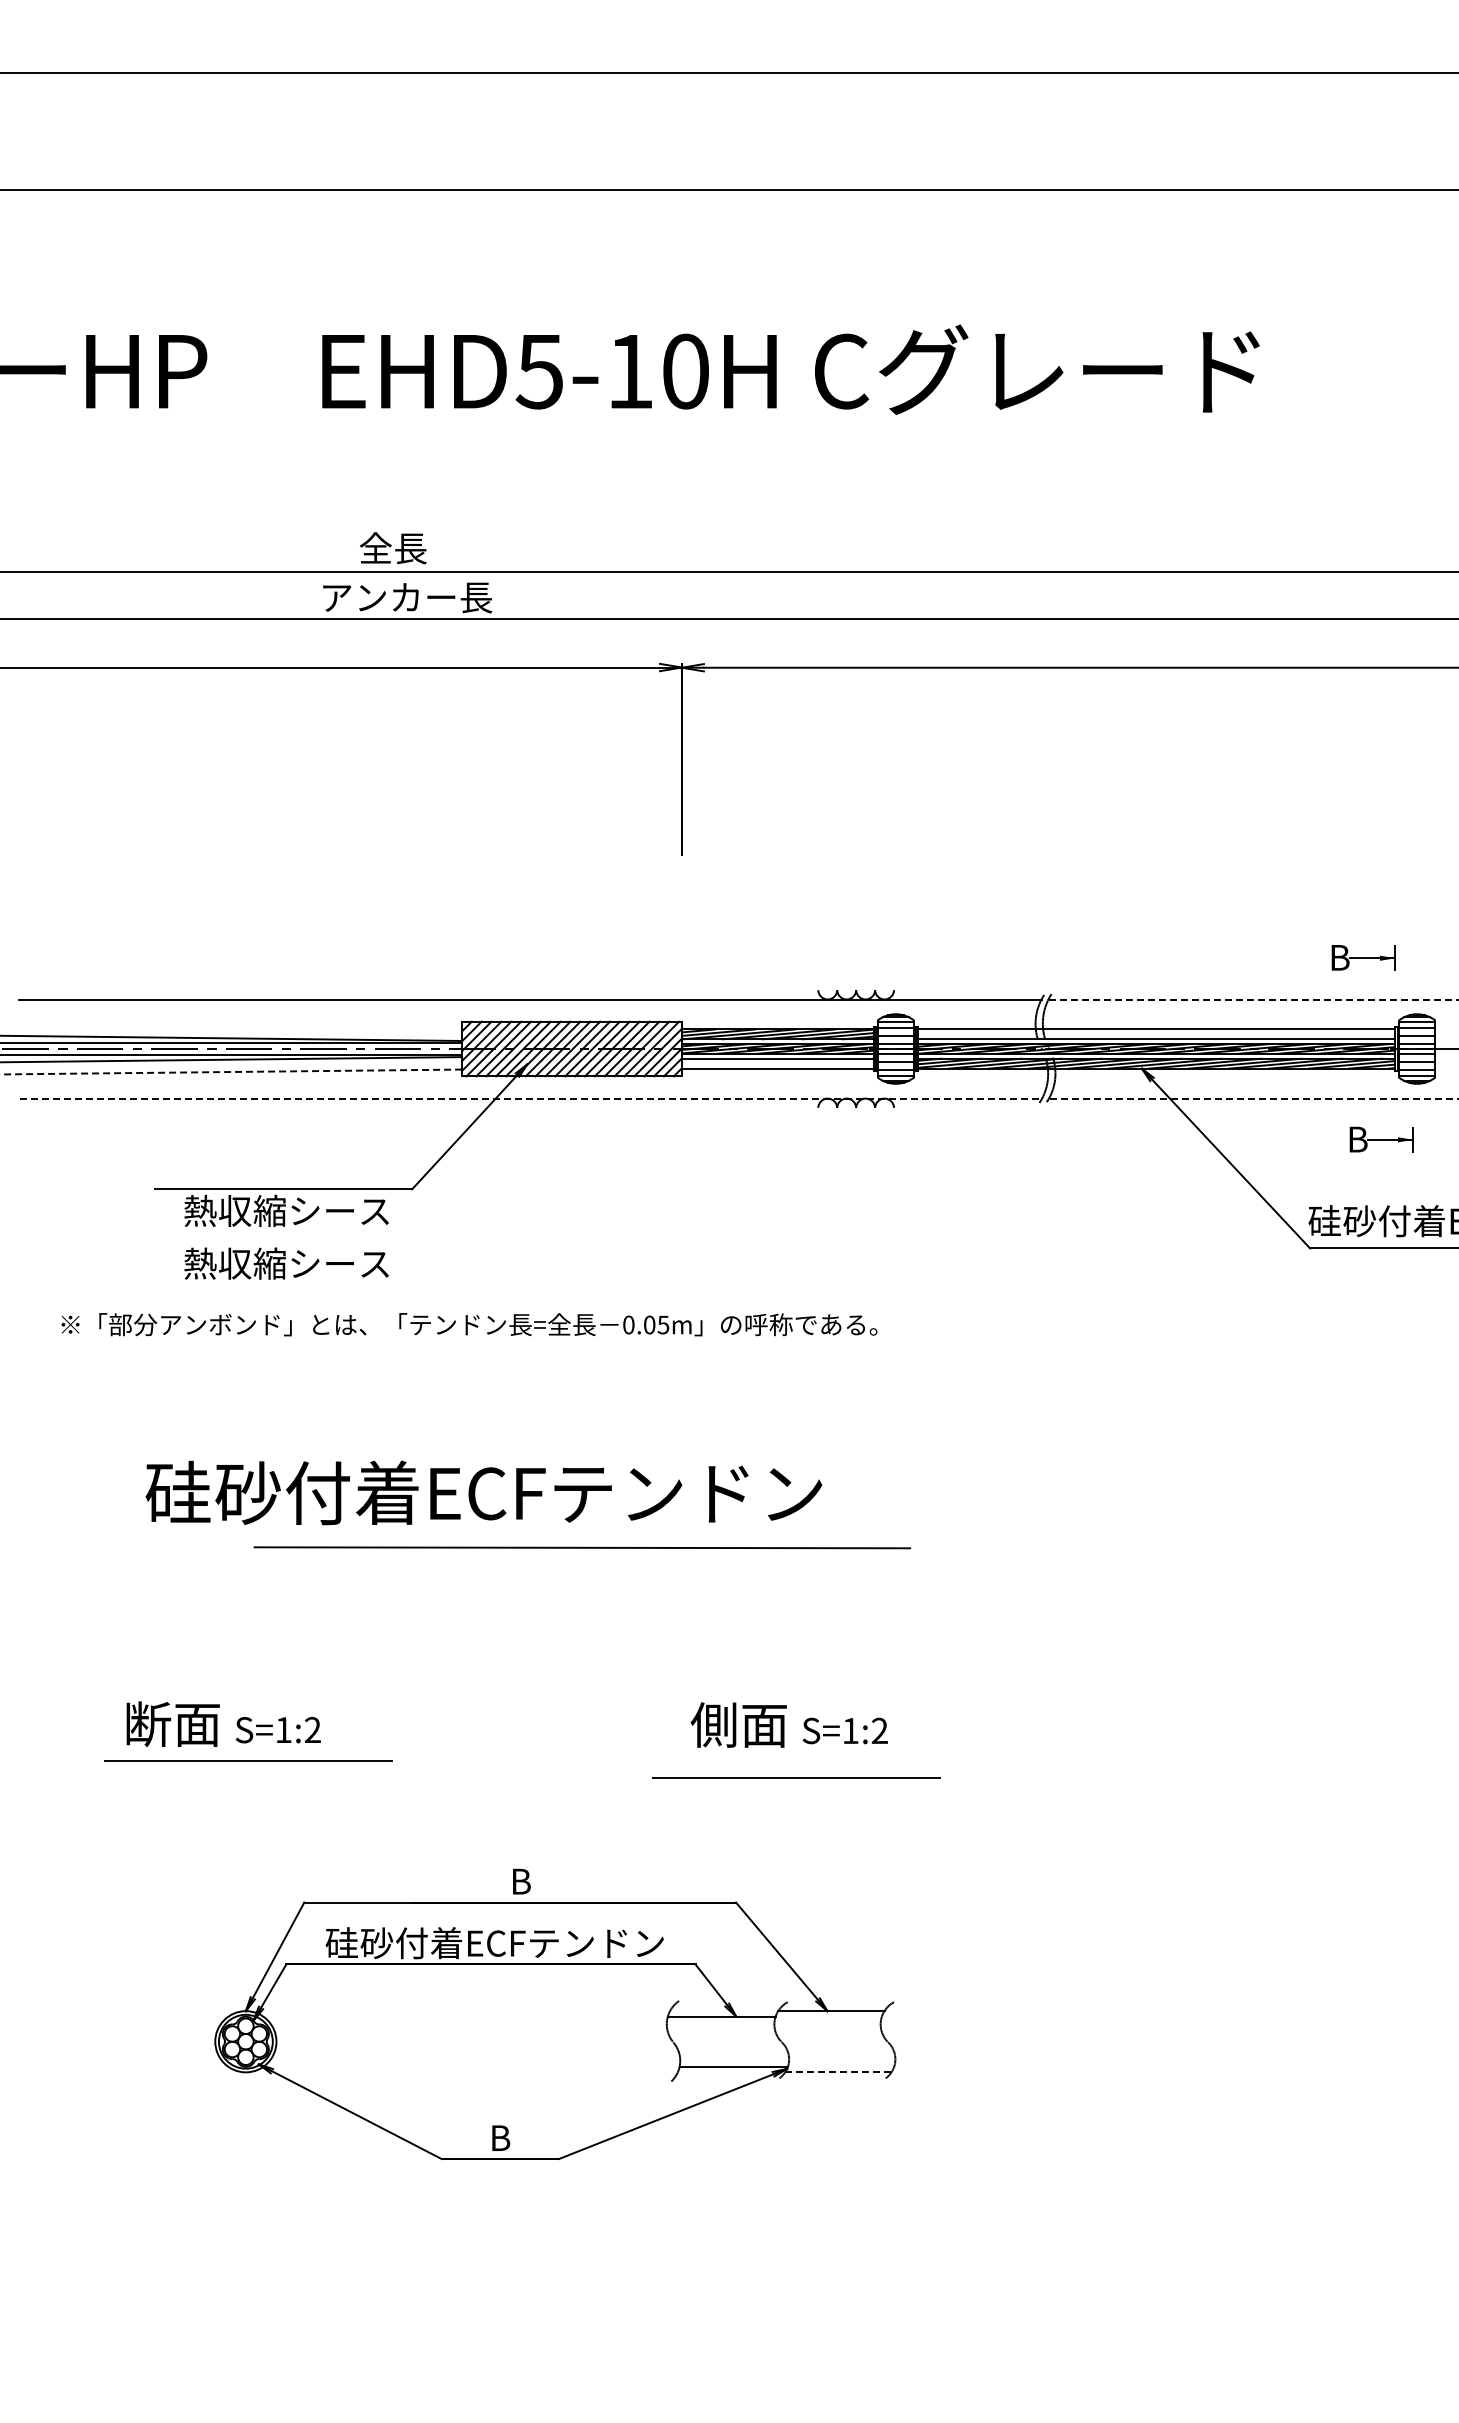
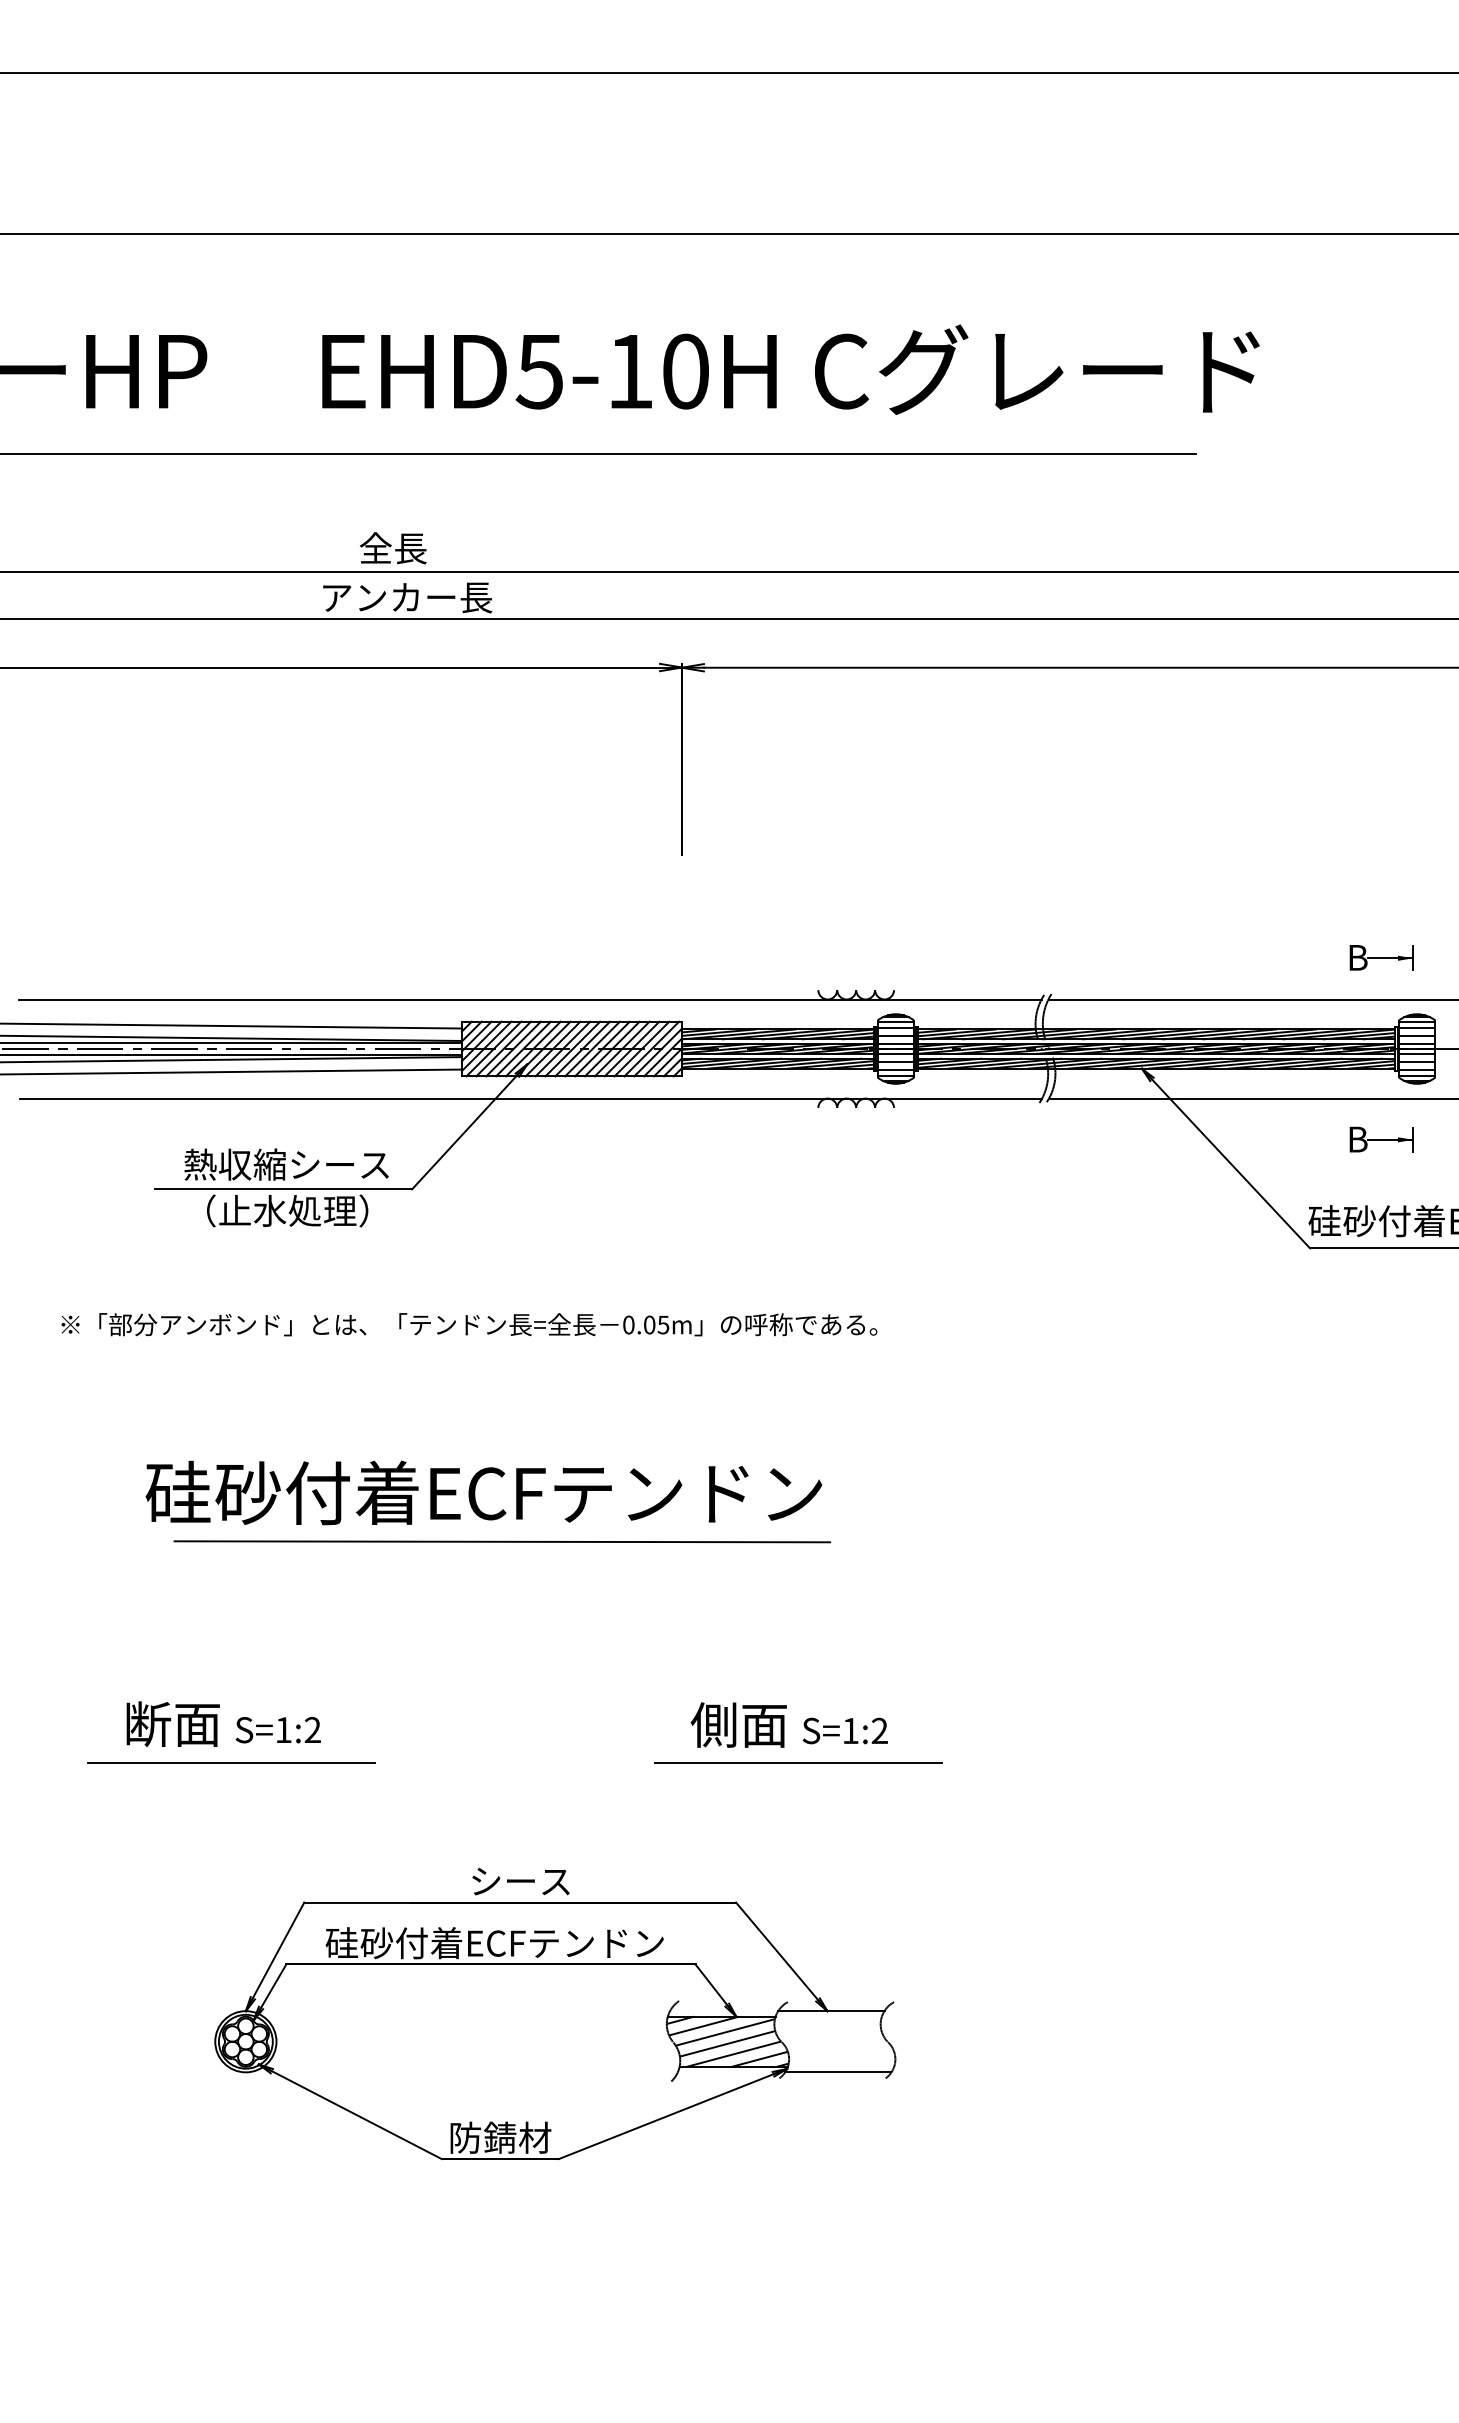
line at (728, 189) position: (728, 189) -> (728, 233)
line at (598, 453): none -> present
part at (1363, 957) position: (1363, 957) -> (1381, 957)
line at (1253, 999): dashed -> solid
line at (232, 1025): none -> present
hatch at (1156, 1034): none -> present
hatch at (777, 1063): none -> present
line at (231, 1072): dashed -> solid
line at (531, 1098): dashed -> solid
line at (1254, 1098): dashed -> solid
text at (286, 1210): 熱収縮シース -> （止水処理）
text at (286, 1263) position: (286, 1263) -> (286, 1164)
line at (582, 1547) position: (582, 1547) -> (502, 1541)
line at (248, 1760) position: (248, 1760) -> (231, 1762)
line at (796, 1777) position: (796, 1777) -> (798, 1762)
text at (520, 1881): B -> シース
hatch at (728, 2041): none -> present
line at (837, 2072): dashed -> solid
text at (500, 2137): B -> 防錆材
